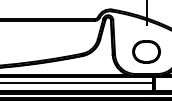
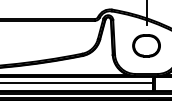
part at (146, 51) position: (146, 51) -> (146, 45)
